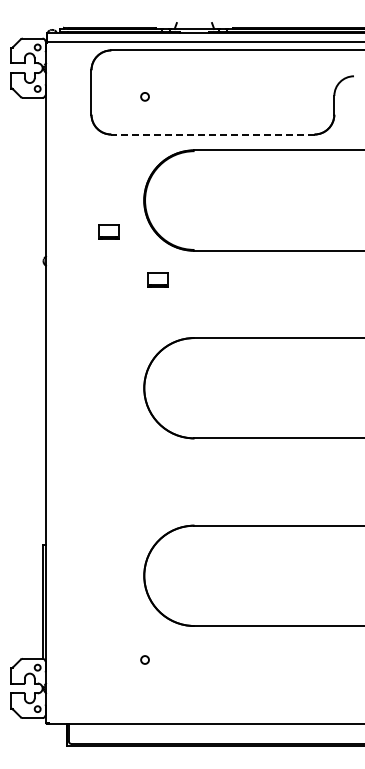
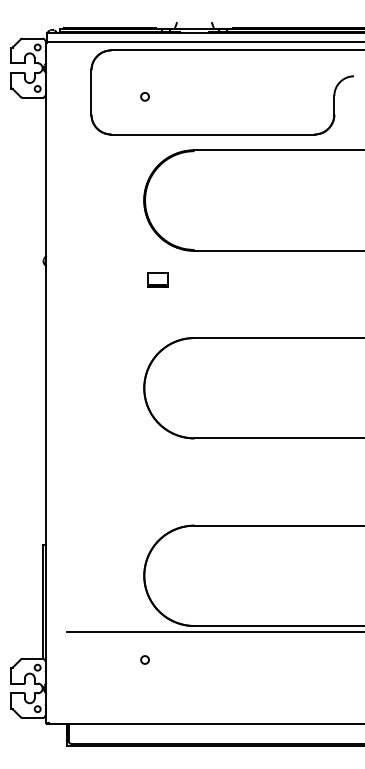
line at (212, 134): dashed -> solid
part at (108, 231): present -> none
line at (213, 632): none -> present
